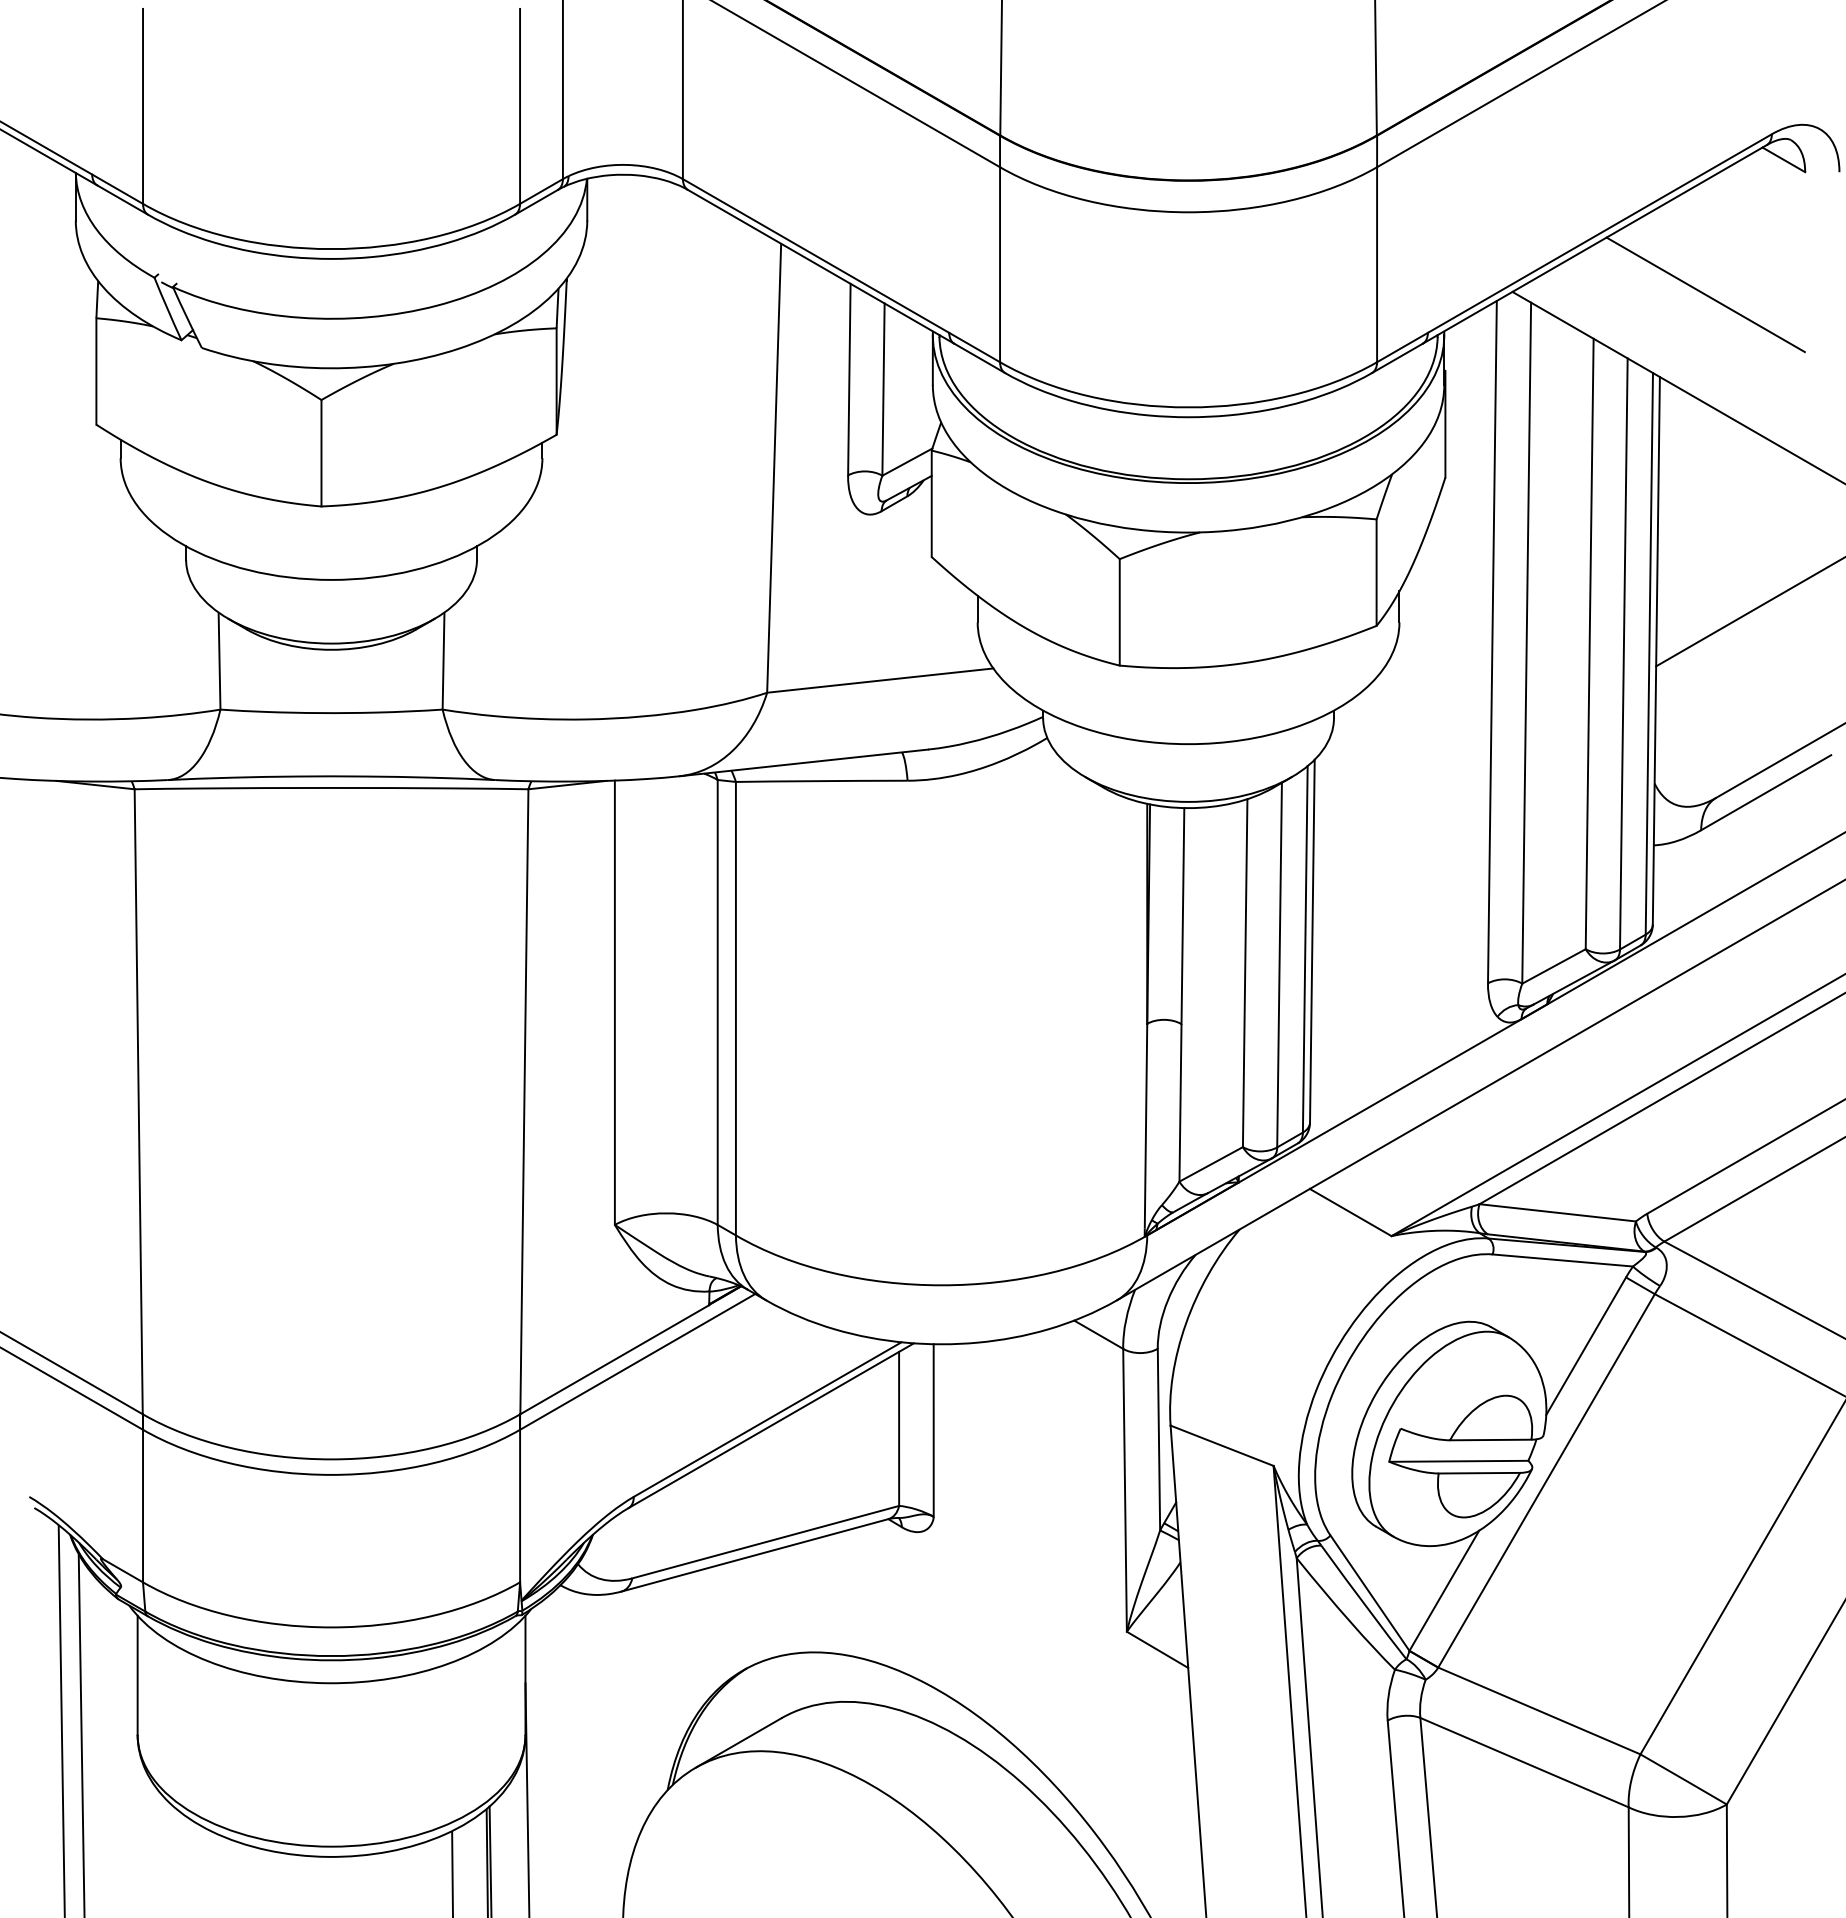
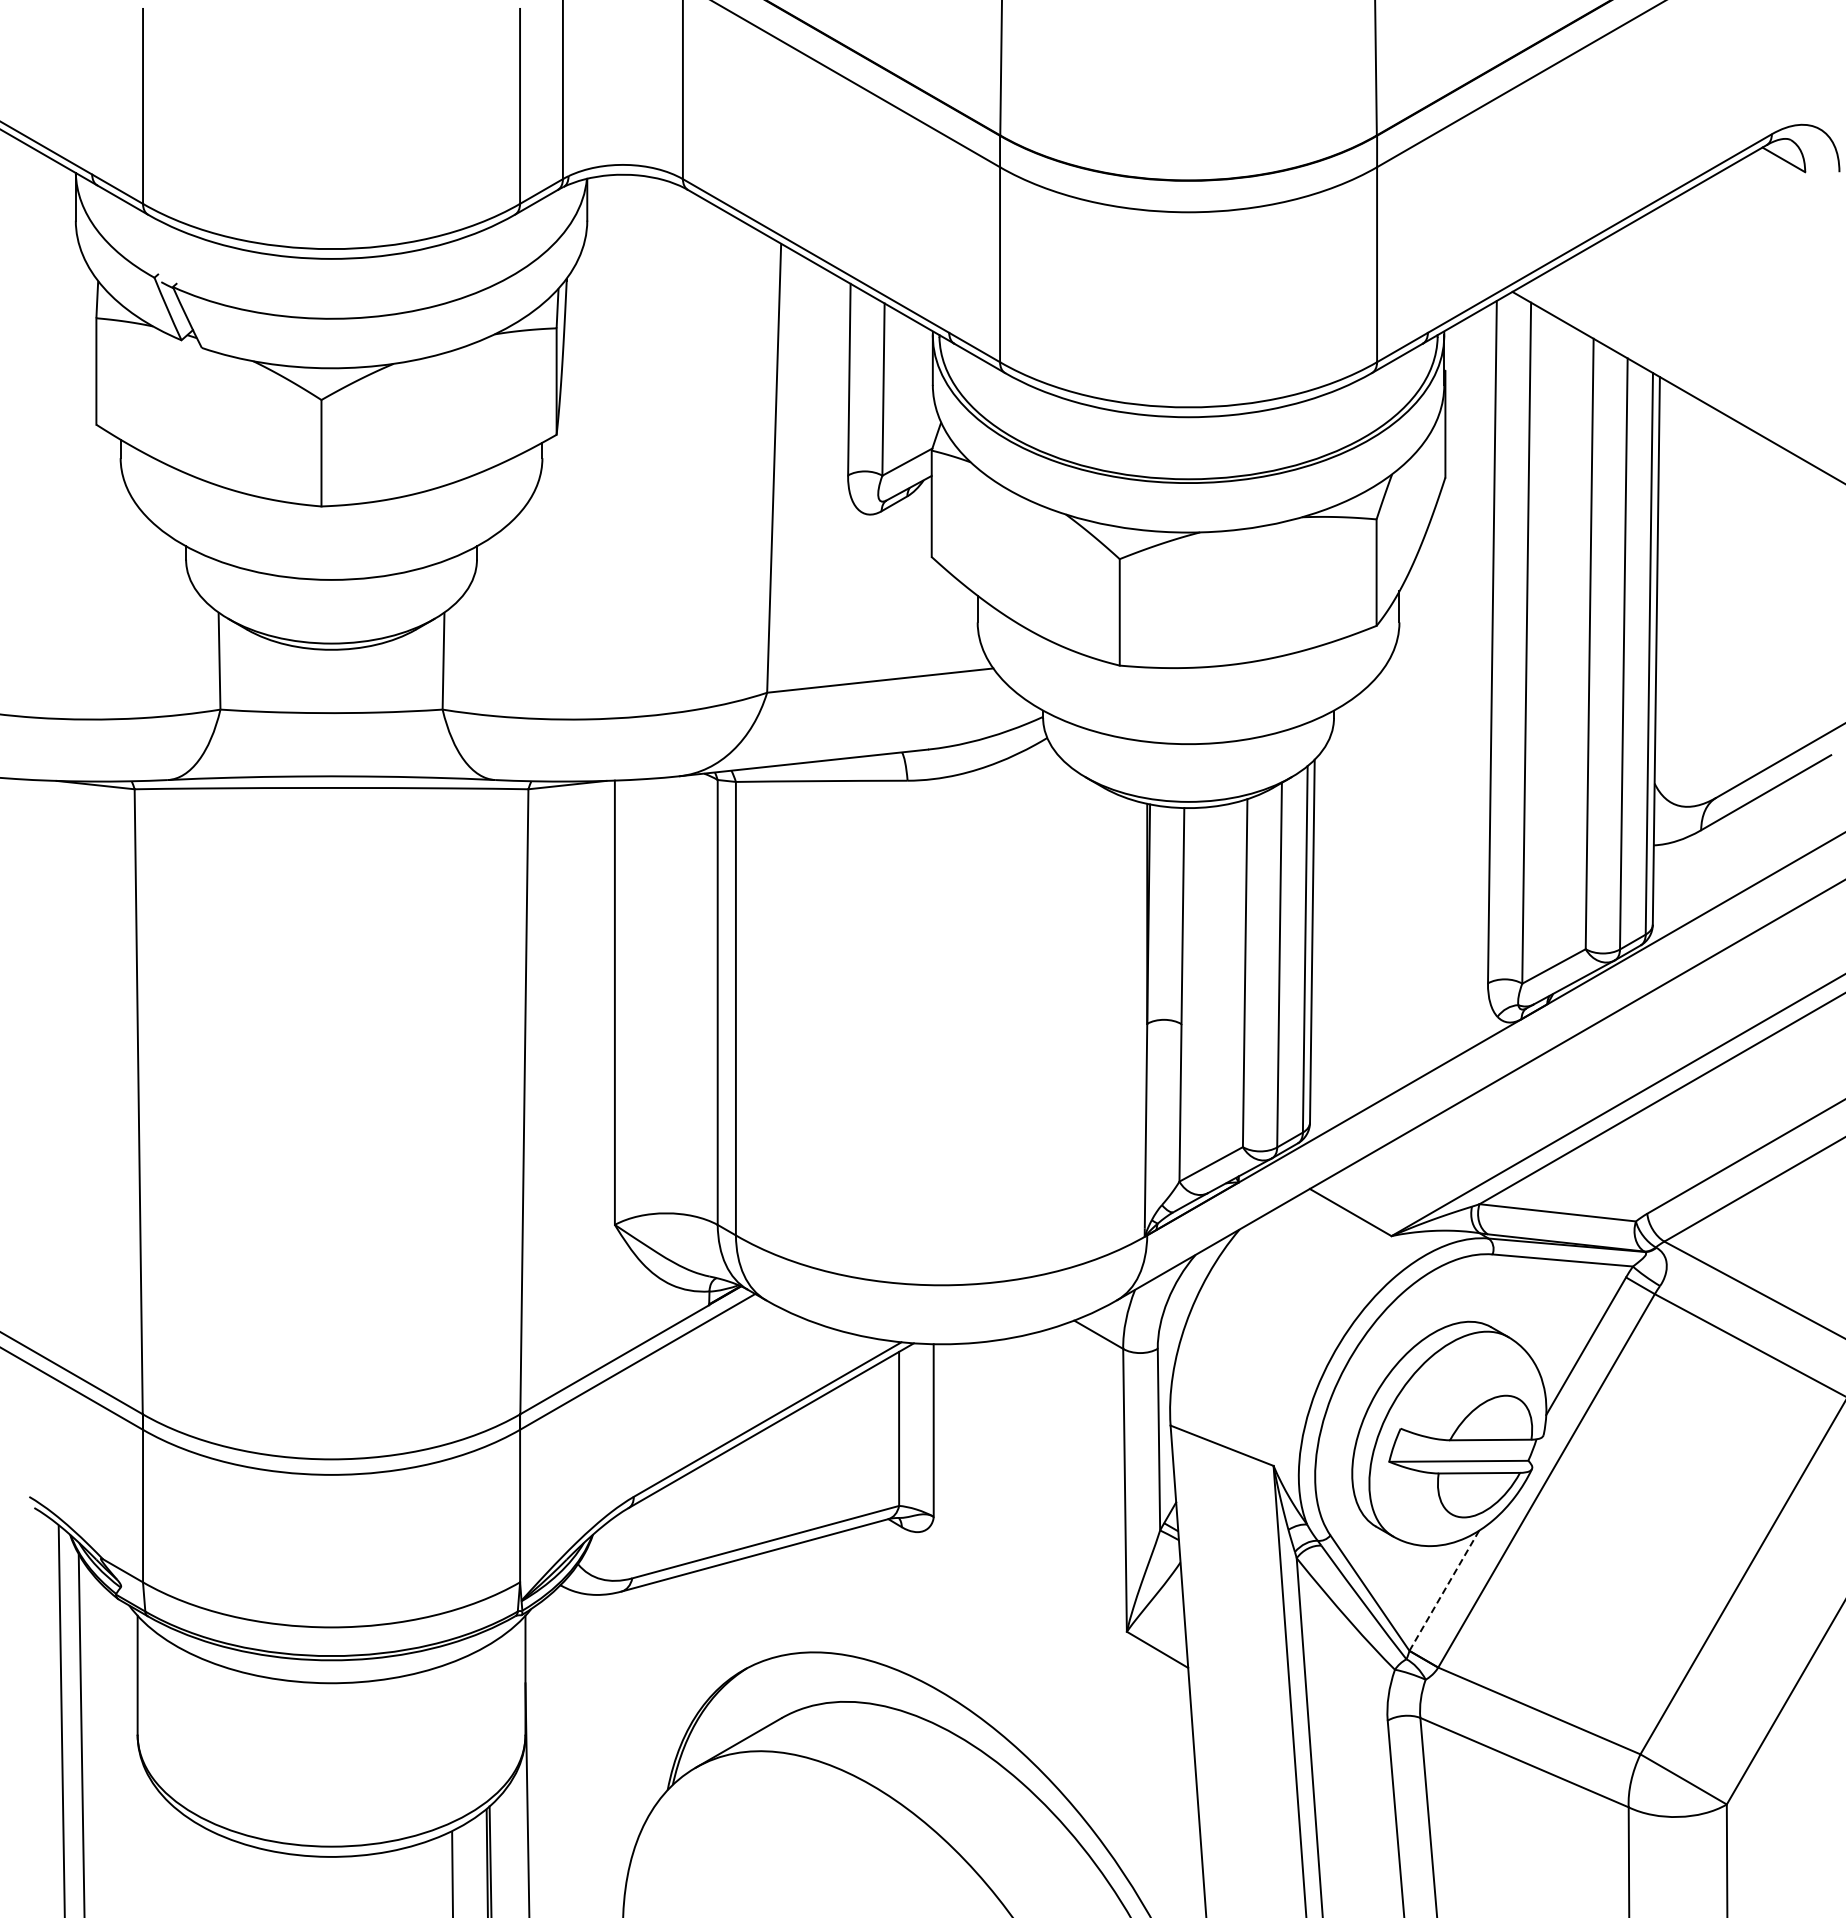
line at (1705, 294): present -> none
line at (1749, 612): present -> none
line at (1444, 1591): solid -> dashed
